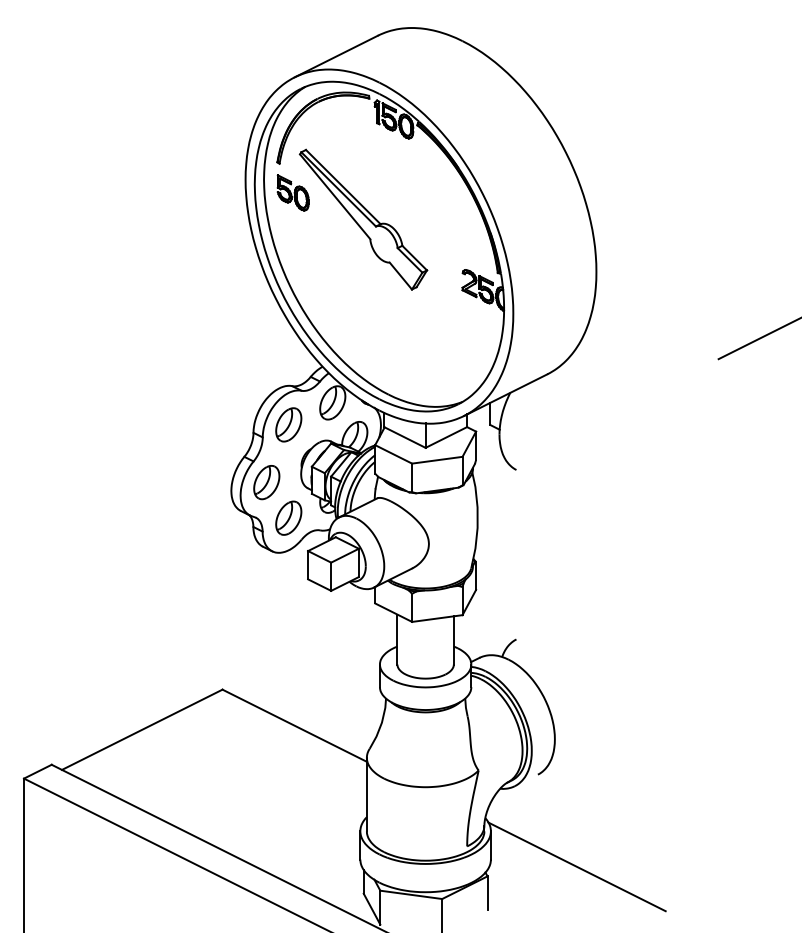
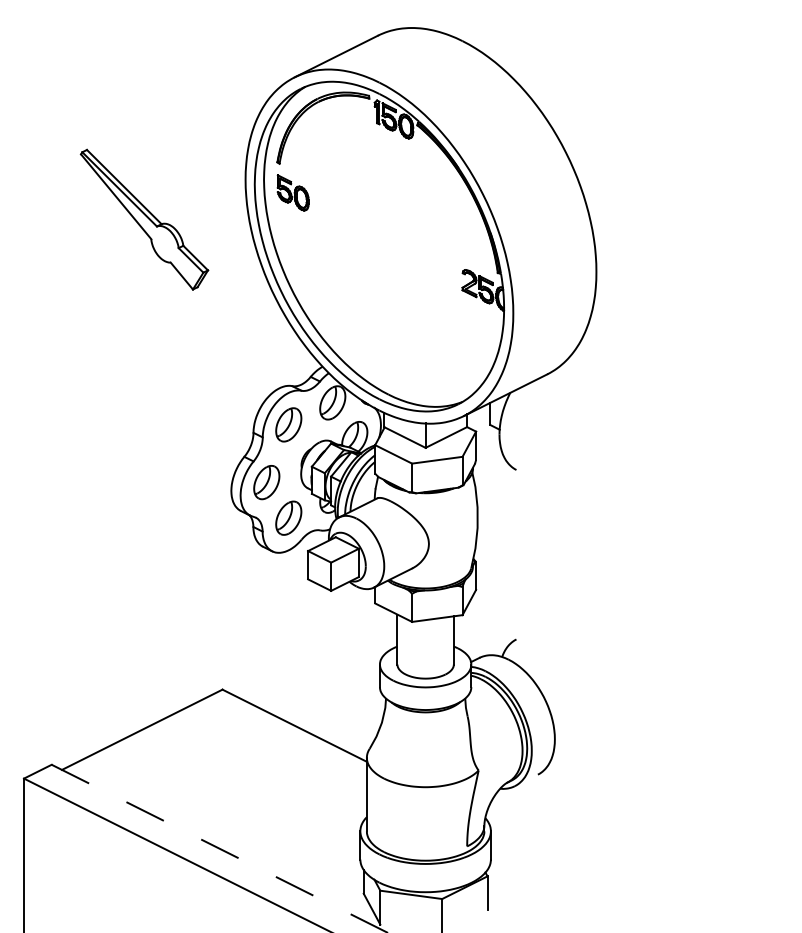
part at (363, 219) position: (363, 219) -> (144, 219)
line at (758, 339): present -> none
line at (219, 848): solid -> dashed
line at (576, 866): present -> none
